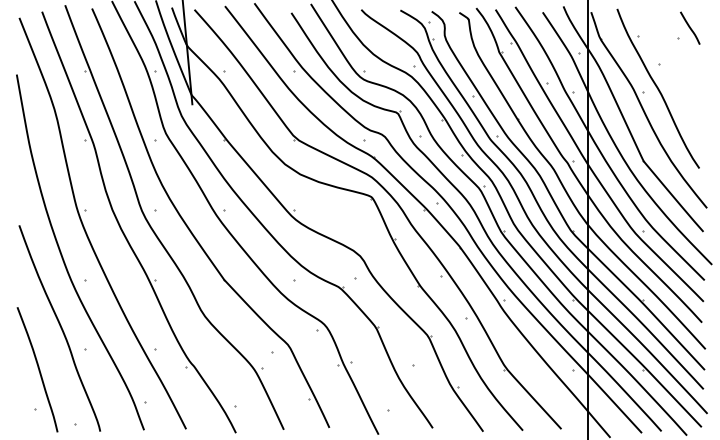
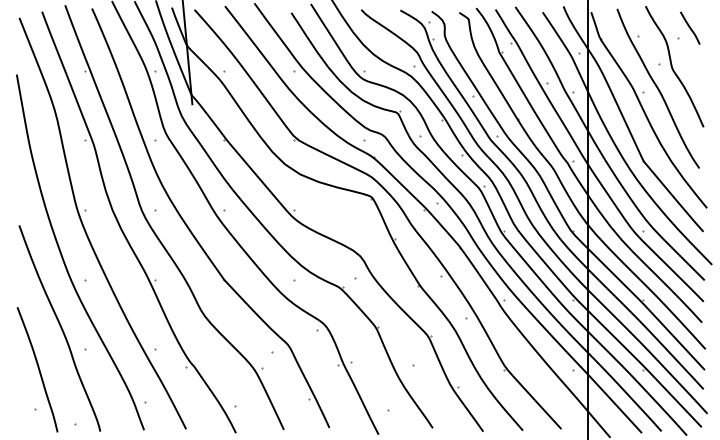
curve at (672, 66): none -> present
